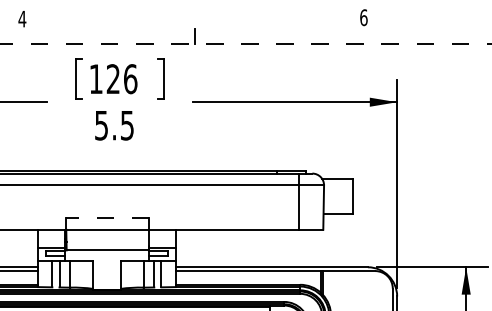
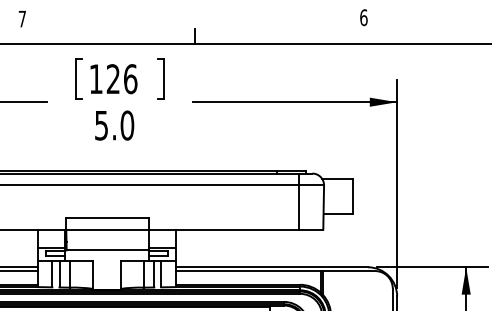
text at (22, 18): 4 -> 7
line at (246, 43): dashed -> solid
text at (127, 125): 5.5 -> 5.0
line at (107, 217): dashed -> solid
